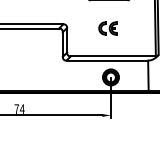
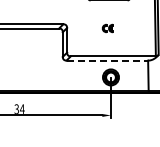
part at (107, 28) size: 20x15 px -> 13x11 px
line at (107, 60): solid -> dashed
text at (16, 108): 74 -> 34
